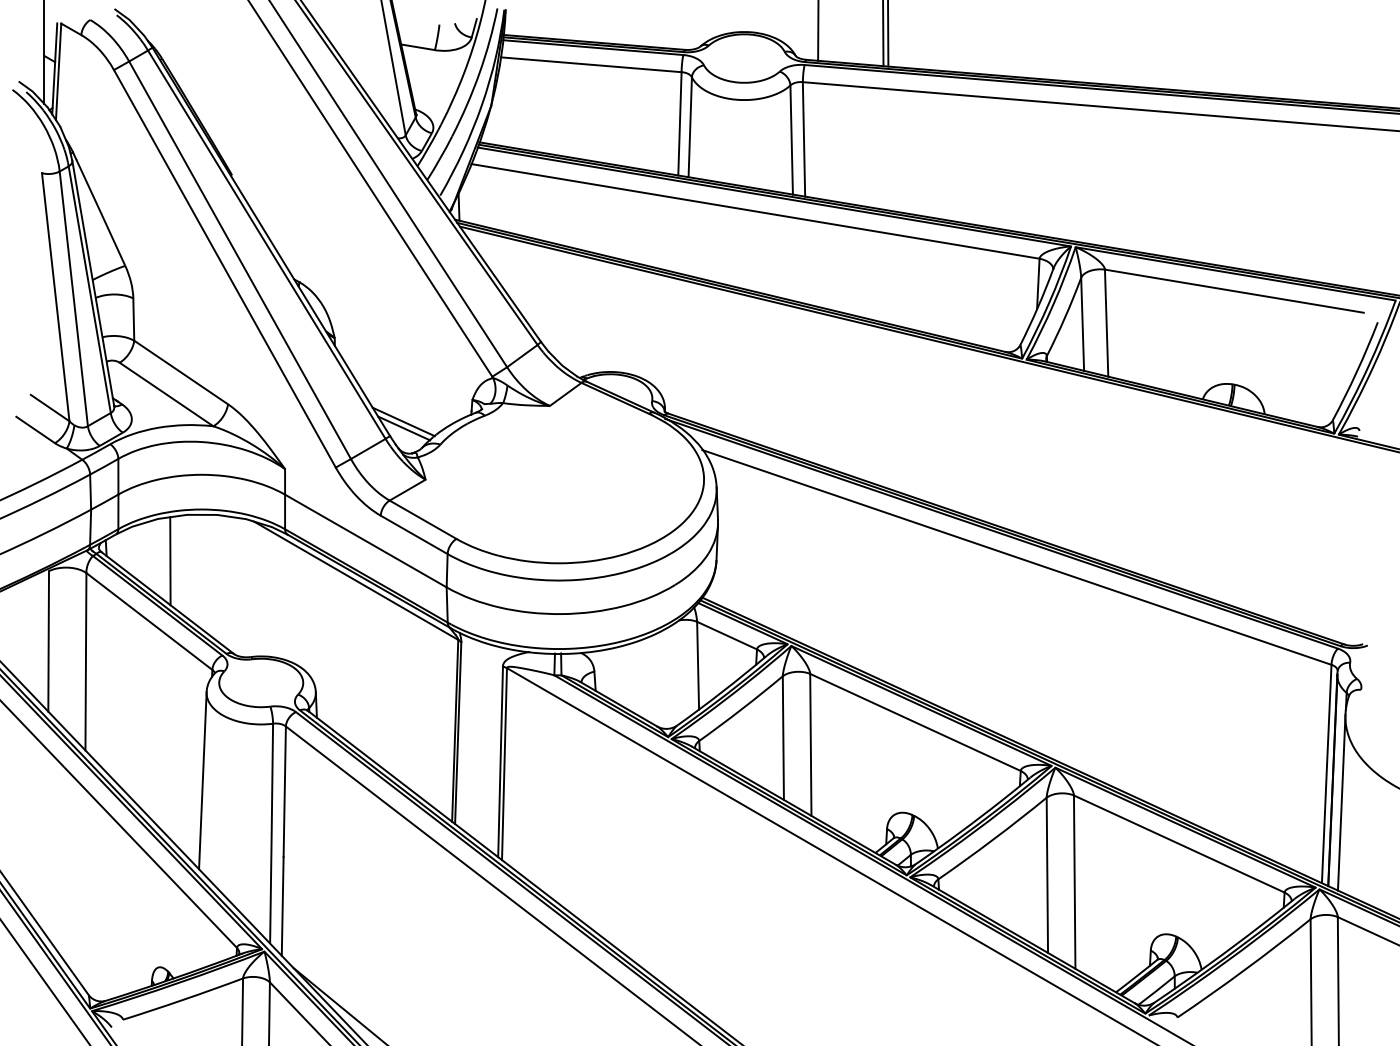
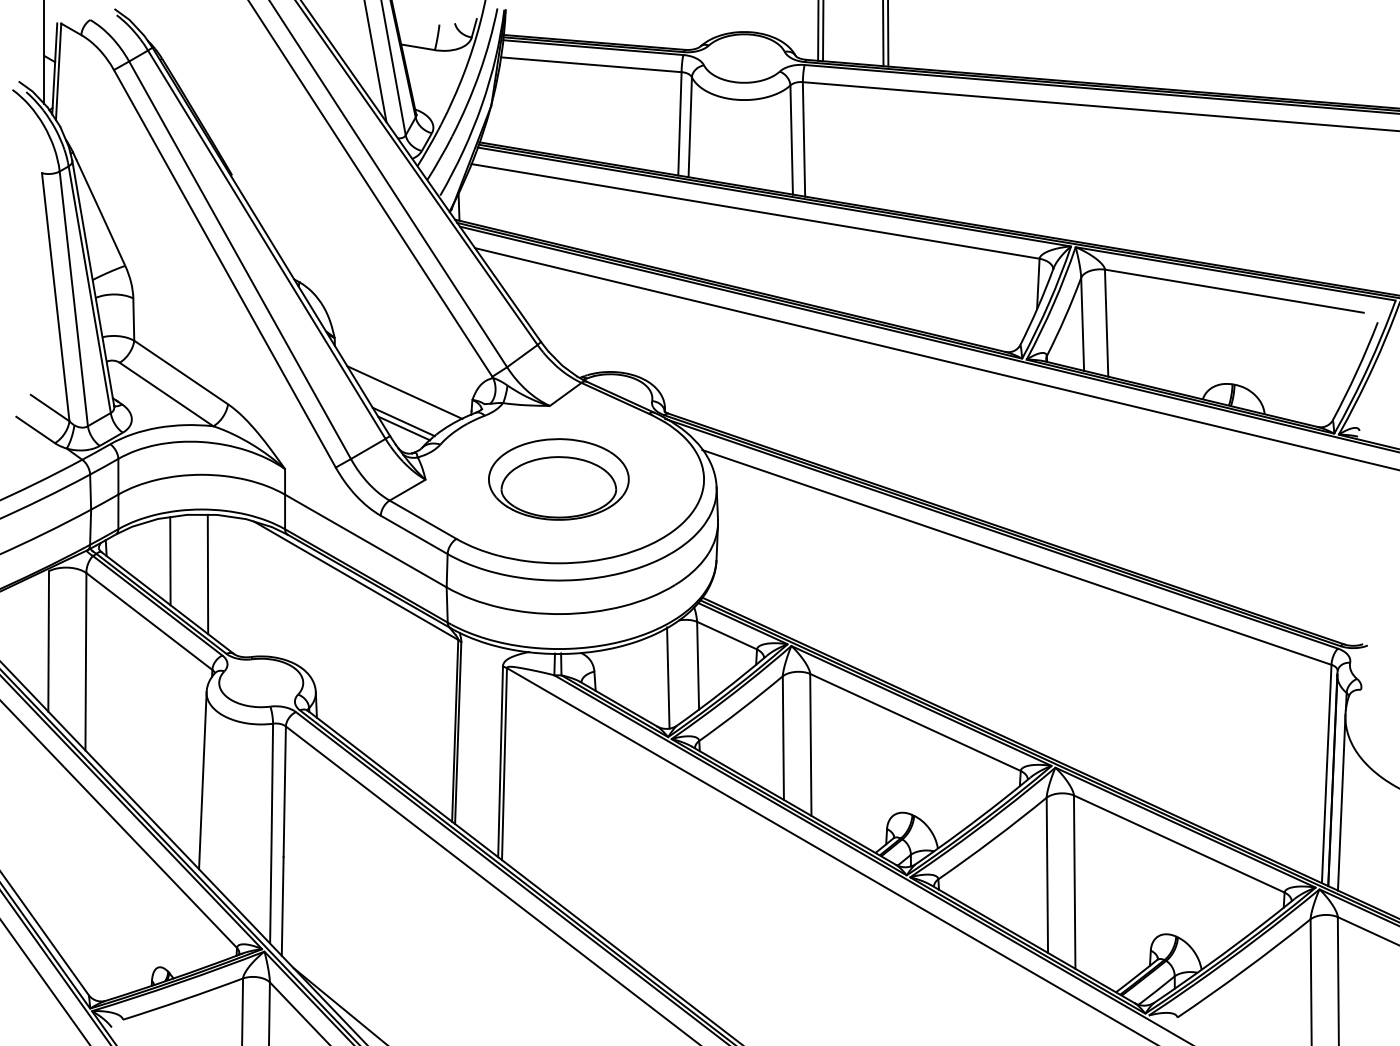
line at (823, 31): none -> present
line at (375, 62): none -> present
line at (935, 358): none -> present
line at (404, 392): none -> present
part at (558, 479): none -> present
line at (207, 574): none -> present
line at (668, 677): none -> present
